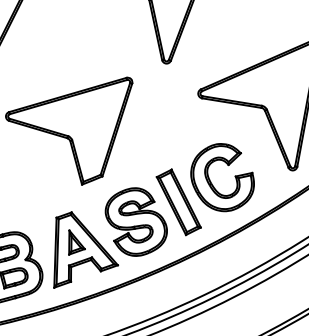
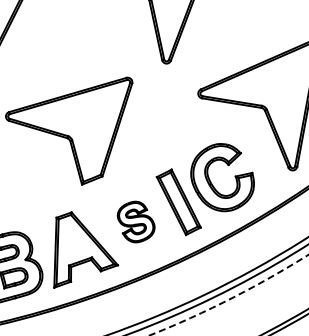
part at (135, 221) size: 64x70 px -> 40x44 px
part at (76, 242): present -> none
circle at (228, 294): solid -> dashed
